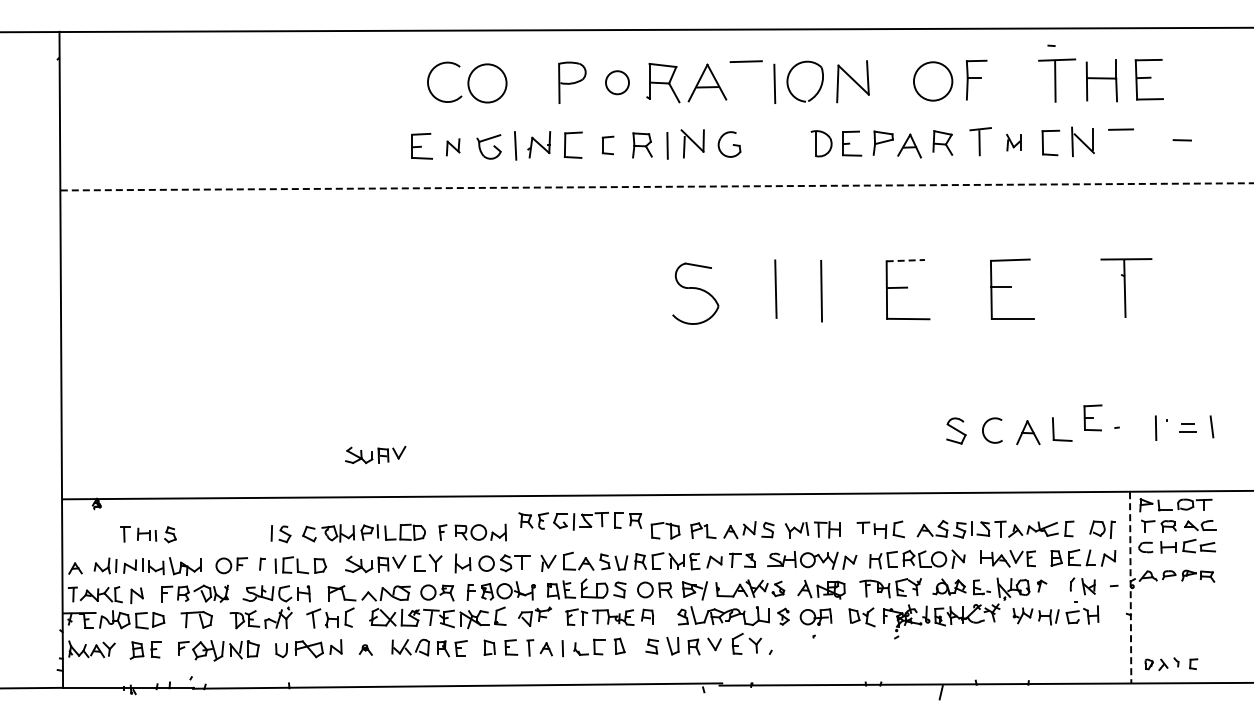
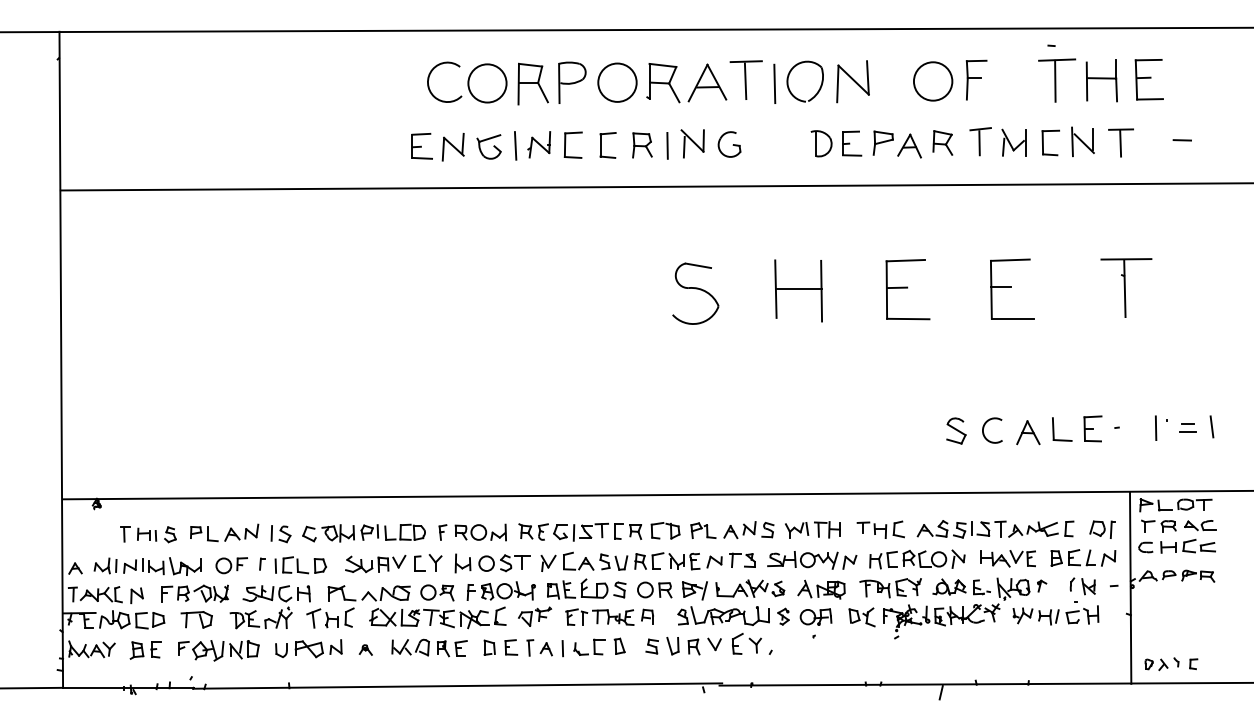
line at (745, 81): none -> present
circle at (617, 82) diameter: 23 px -> 38 px
part at (532, 83): none -> present
part at (1013, 142) size: 16x19 px -> 26x29 px
line at (1120, 143): none -> present
part at (607, 145) size: 14x21 px -> 18x27 px
part at (453, 147) size: 15x19 px -> 24x29 px
line at (657, 186): dashed -> solid
line at (906, 260): dashed -> solid
line at (799, 288): none -> present
part at (1092, 417) position: (1092, 417) -> (1092, 428)
part at (375, 454): present -> none
part at (580, 520) position: (580, 520) -> (580, 531)
part at (224, 532): none -> present
line at (1130, 588): dashed -> solid
